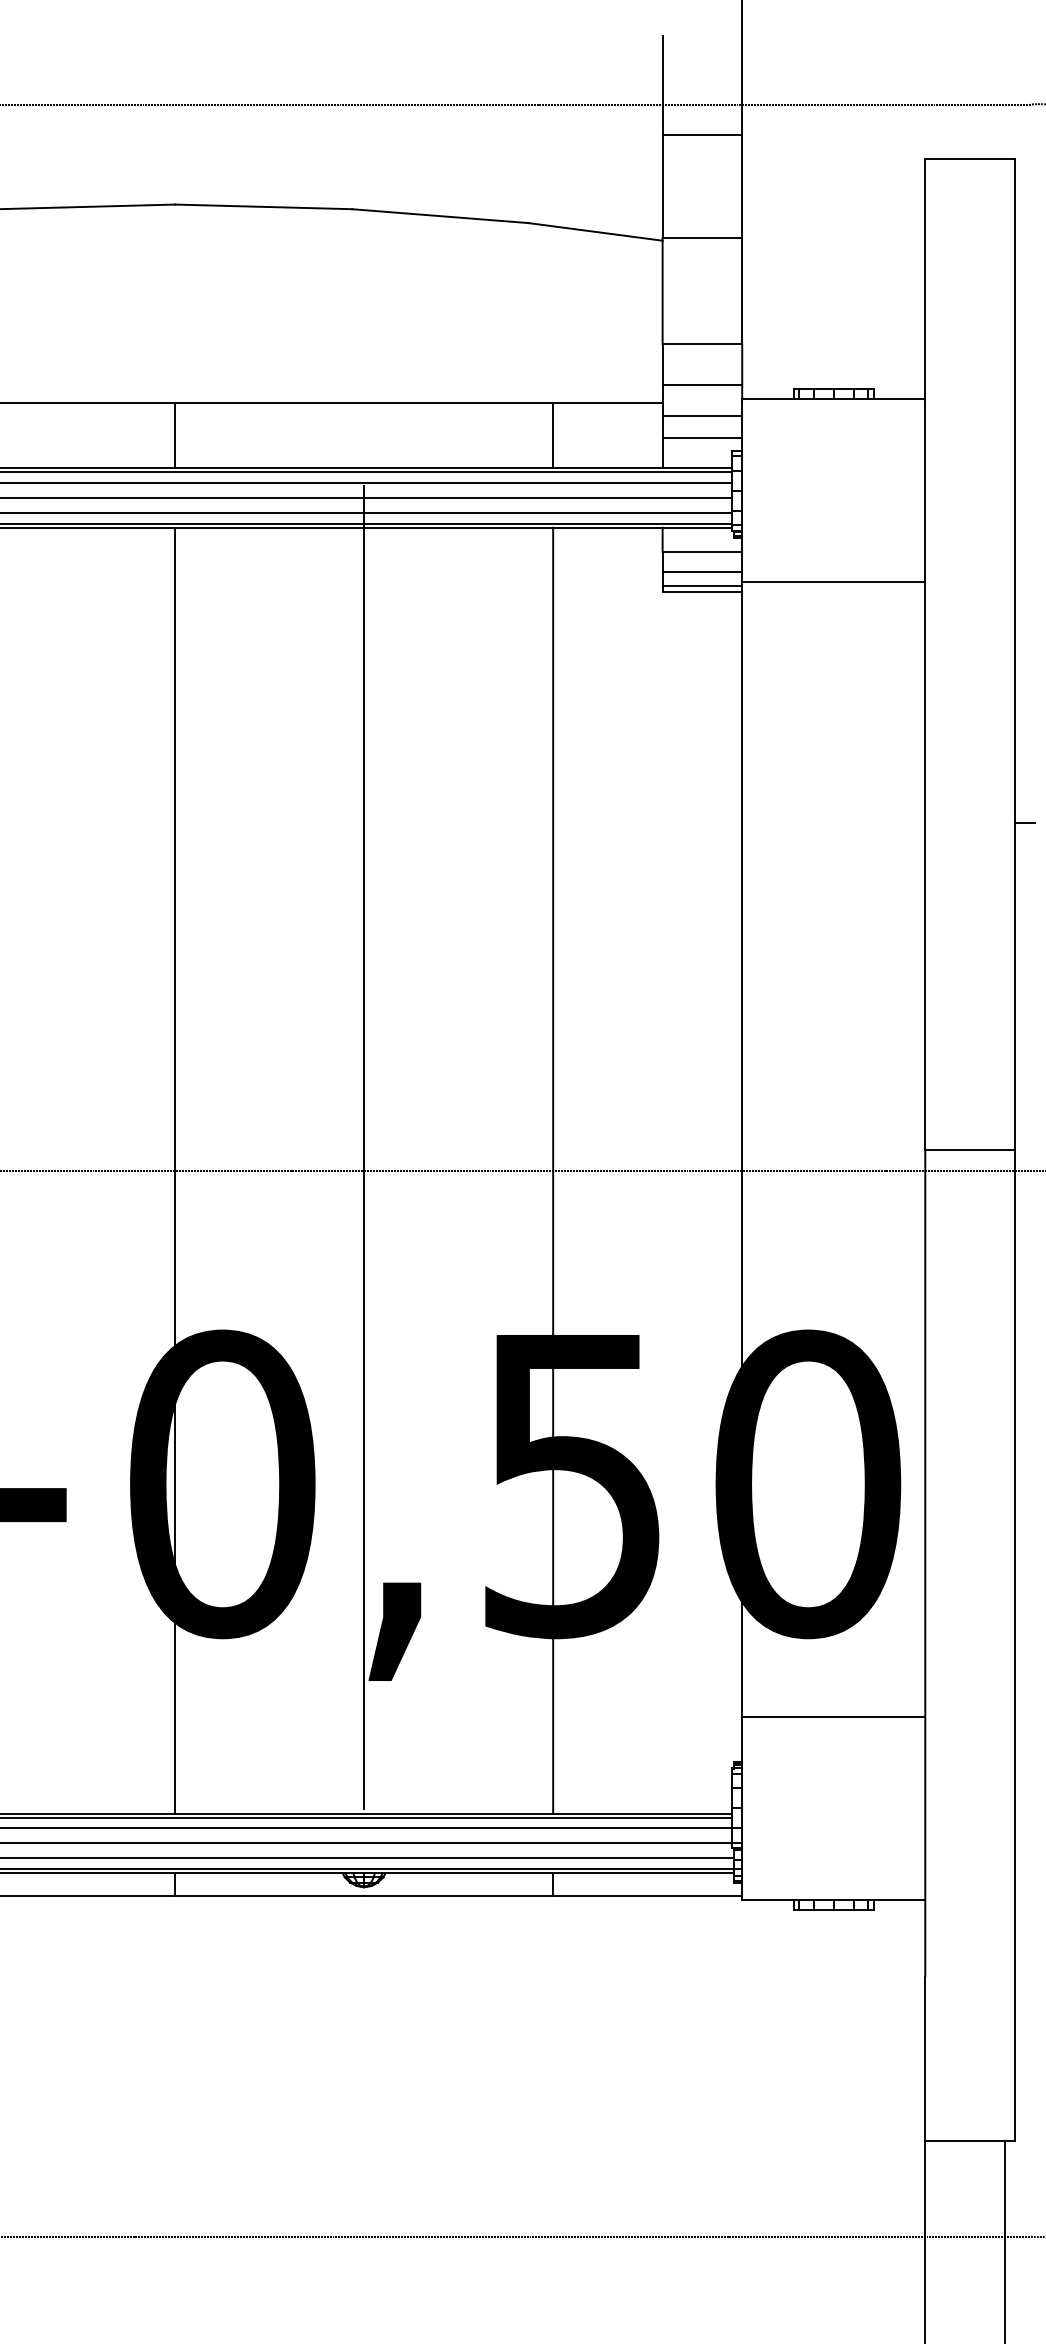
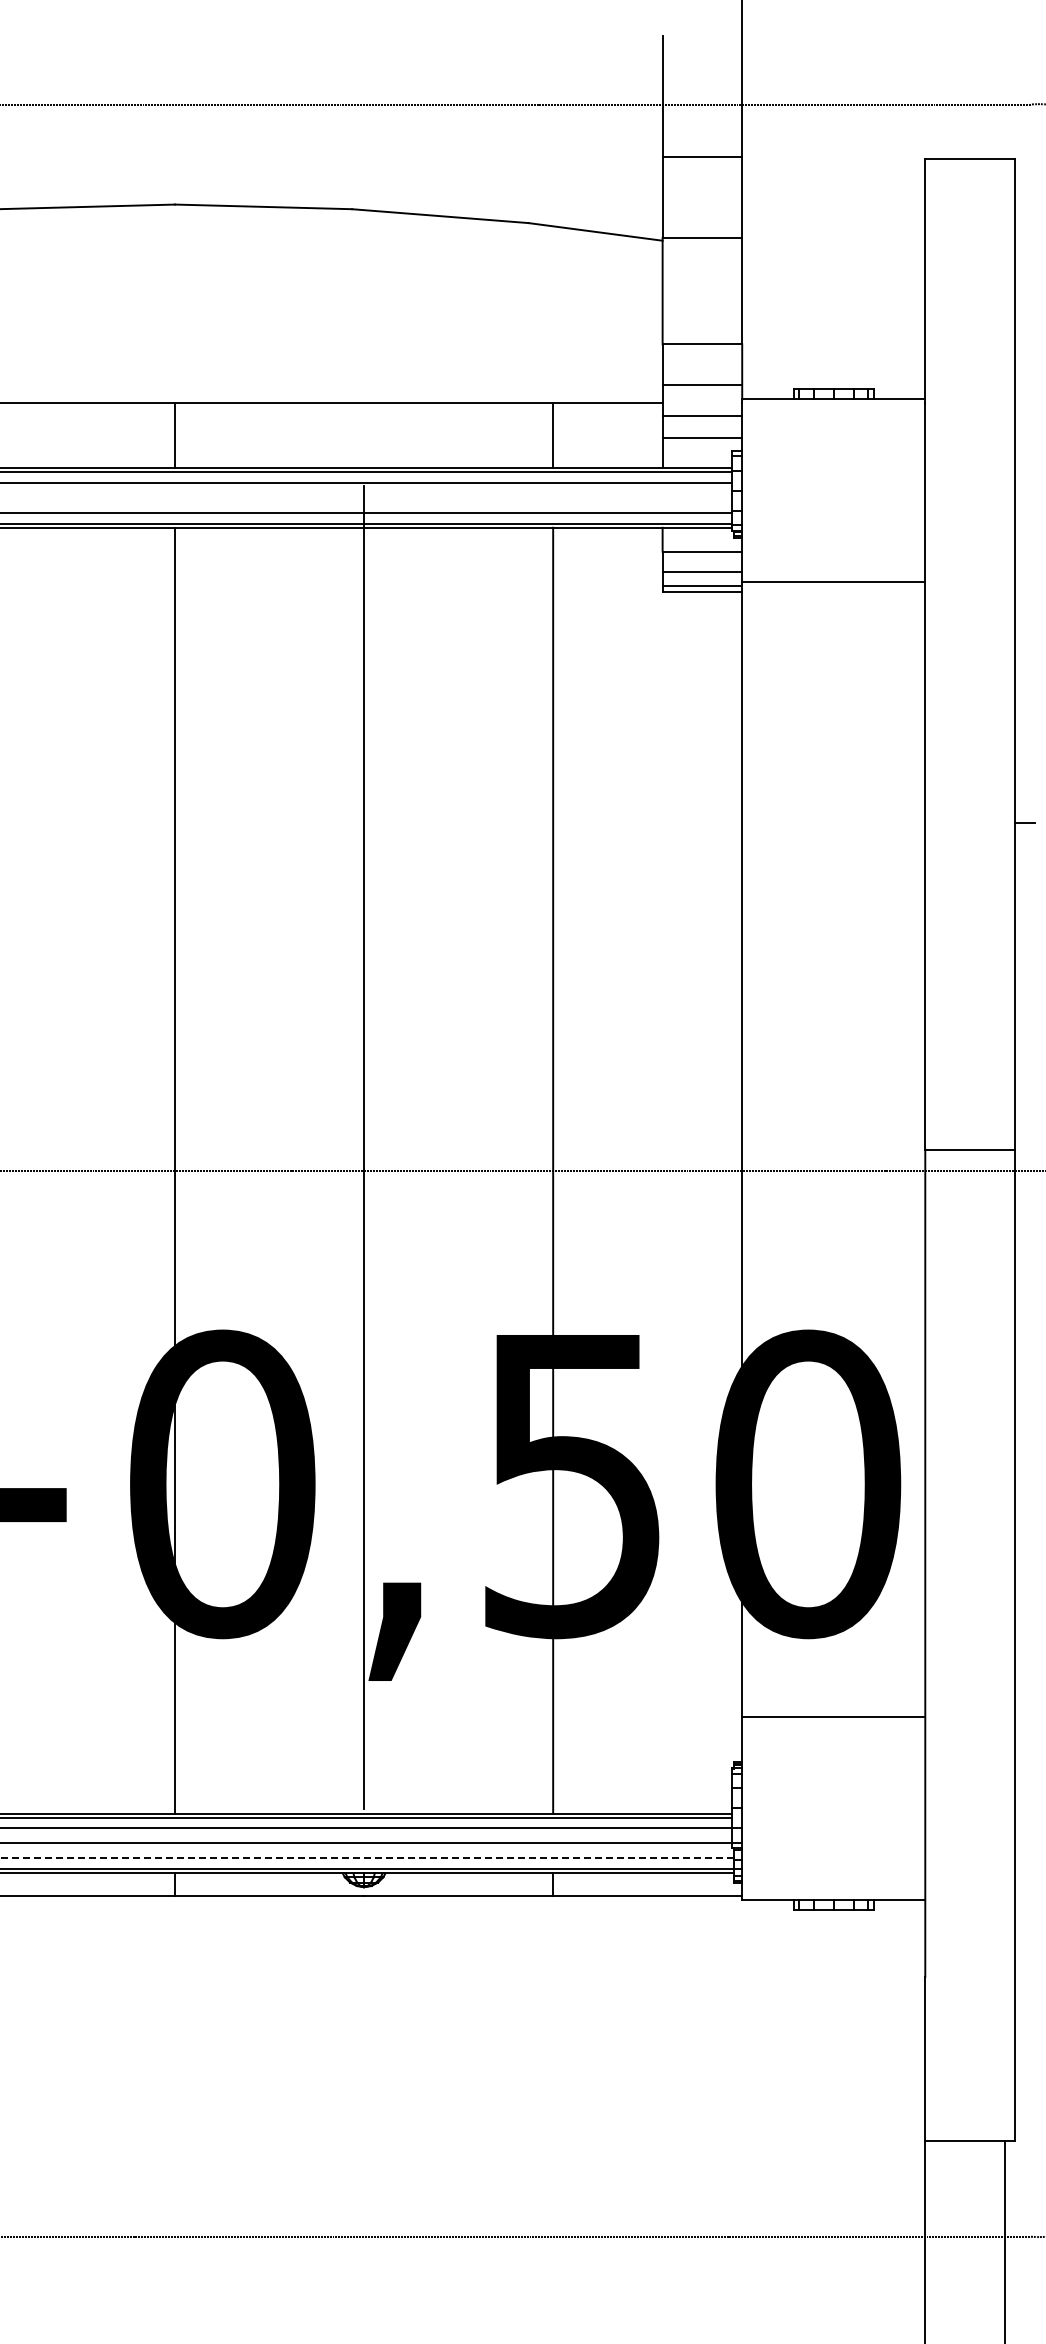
line at (702, 135) position: (702, 135) -> (702, 157)
line at (367, 497): present -> none
line at (367, 1858): solid -> dashed
